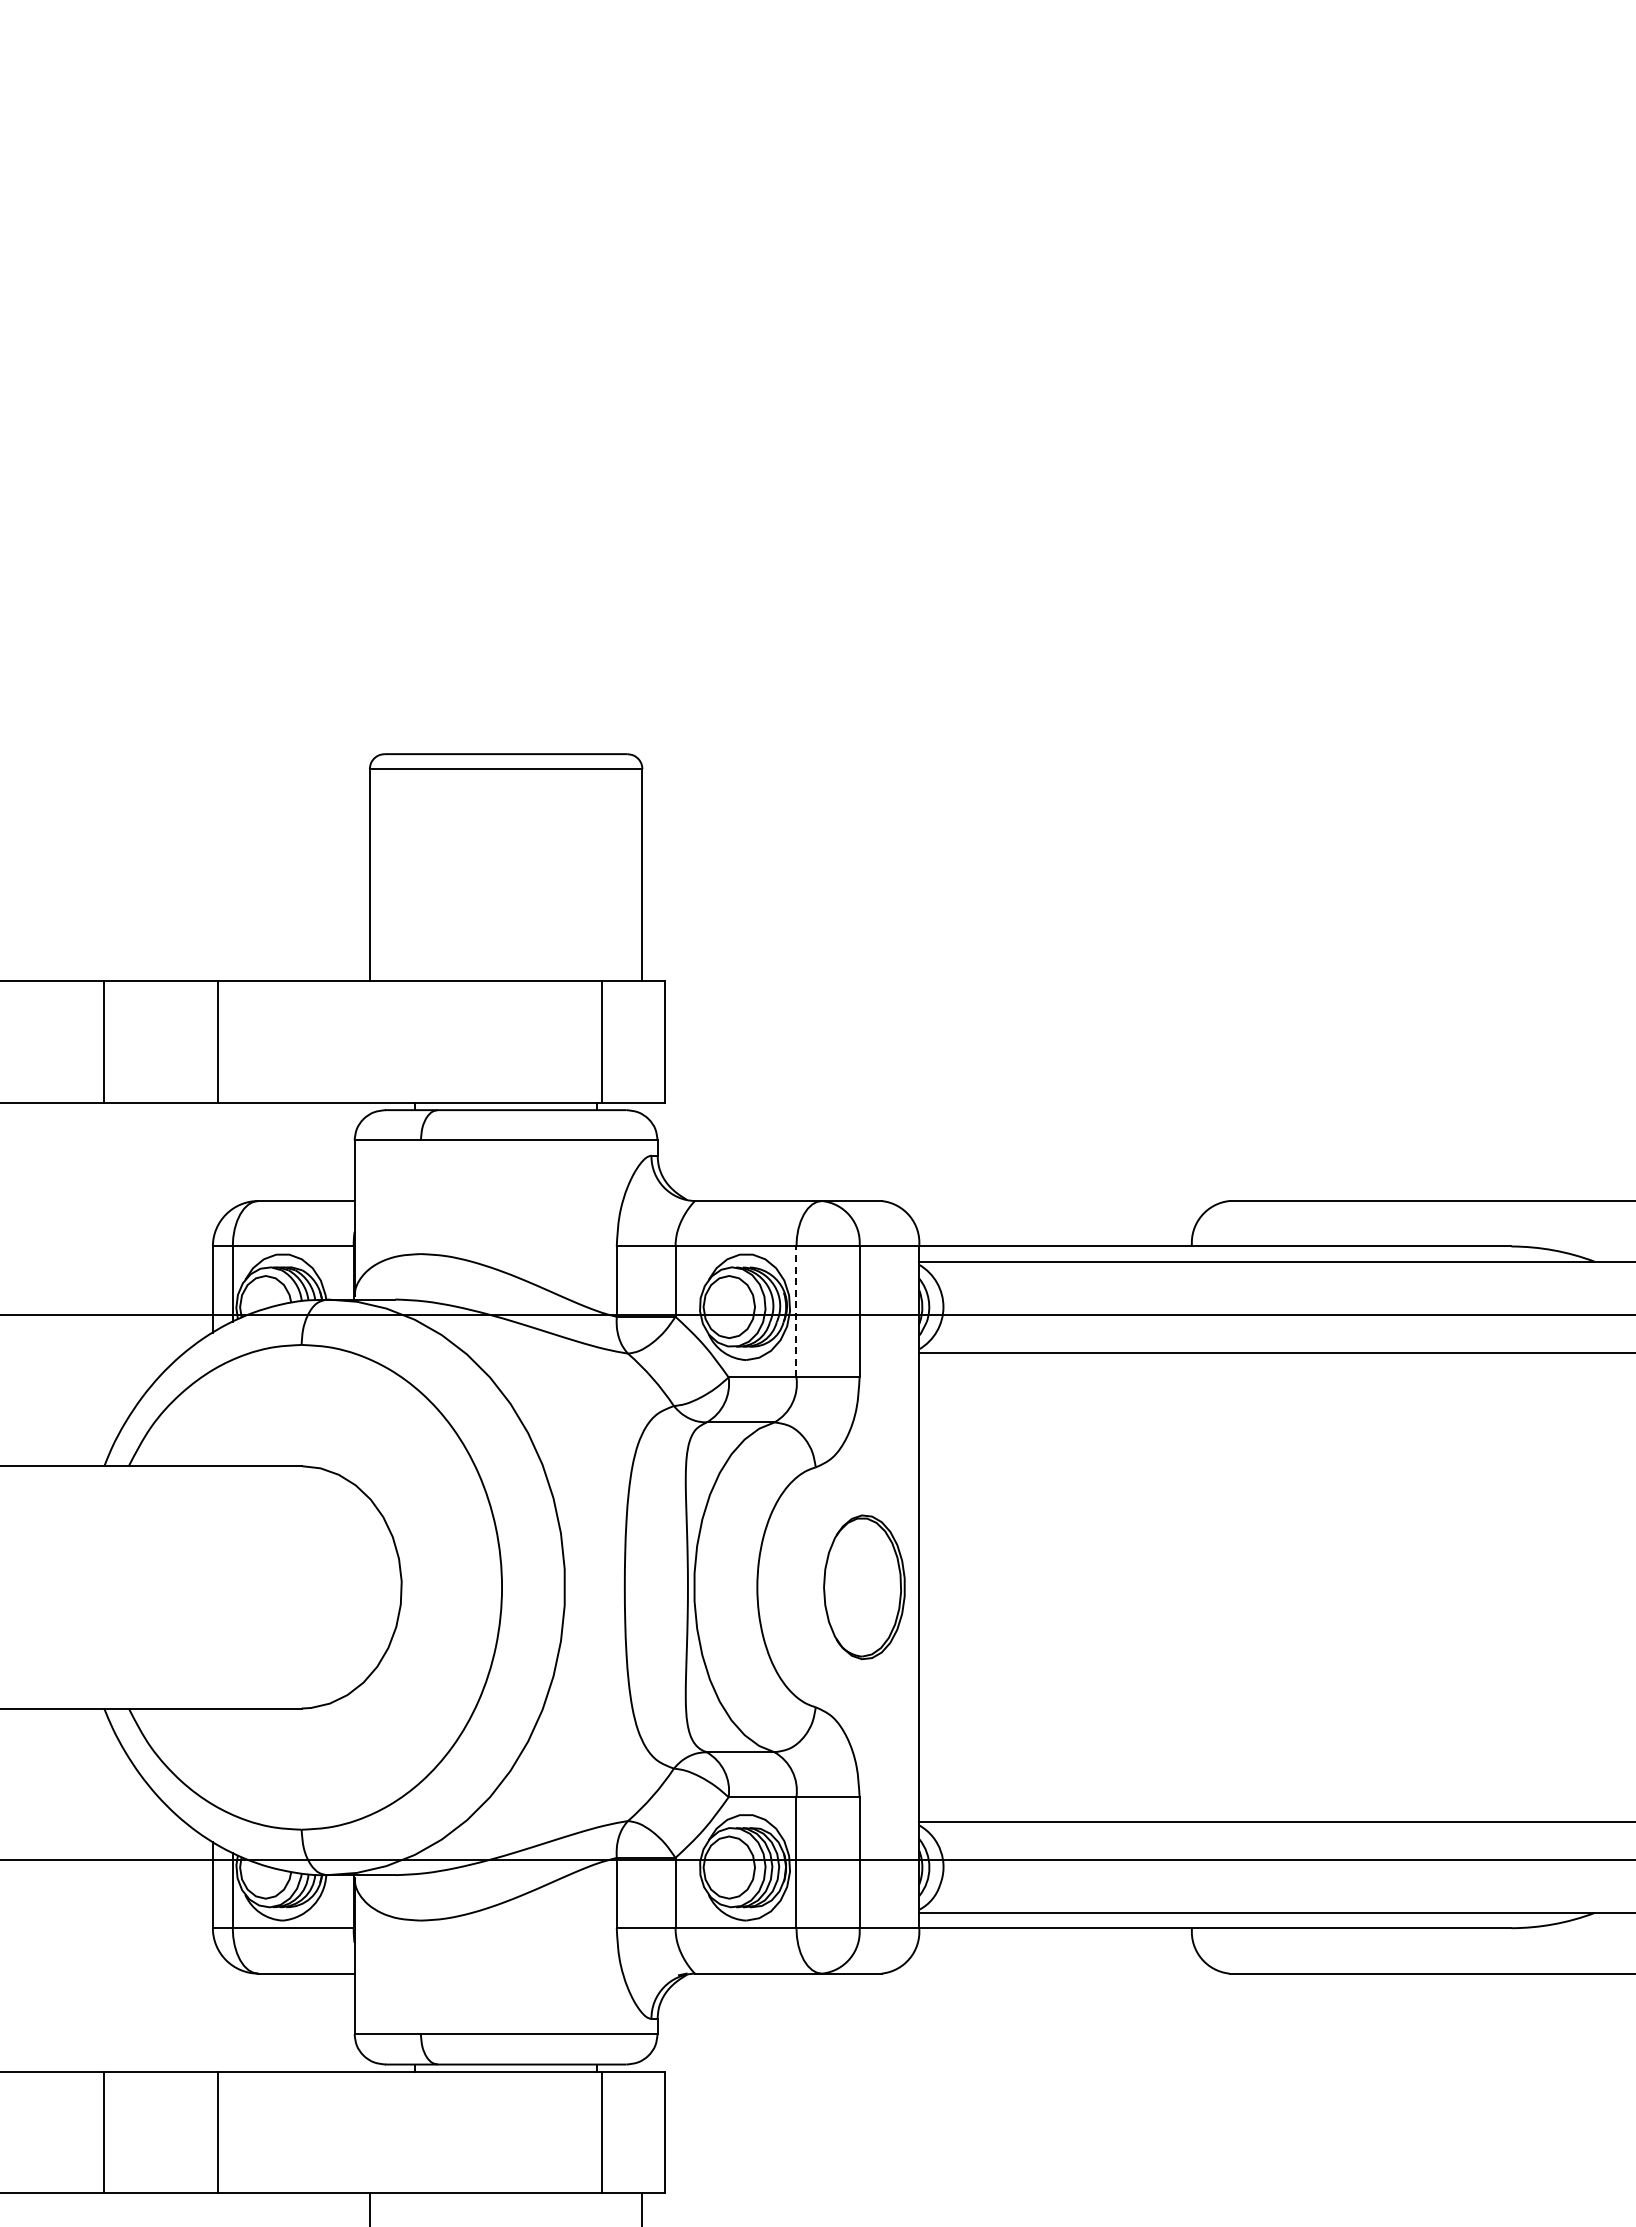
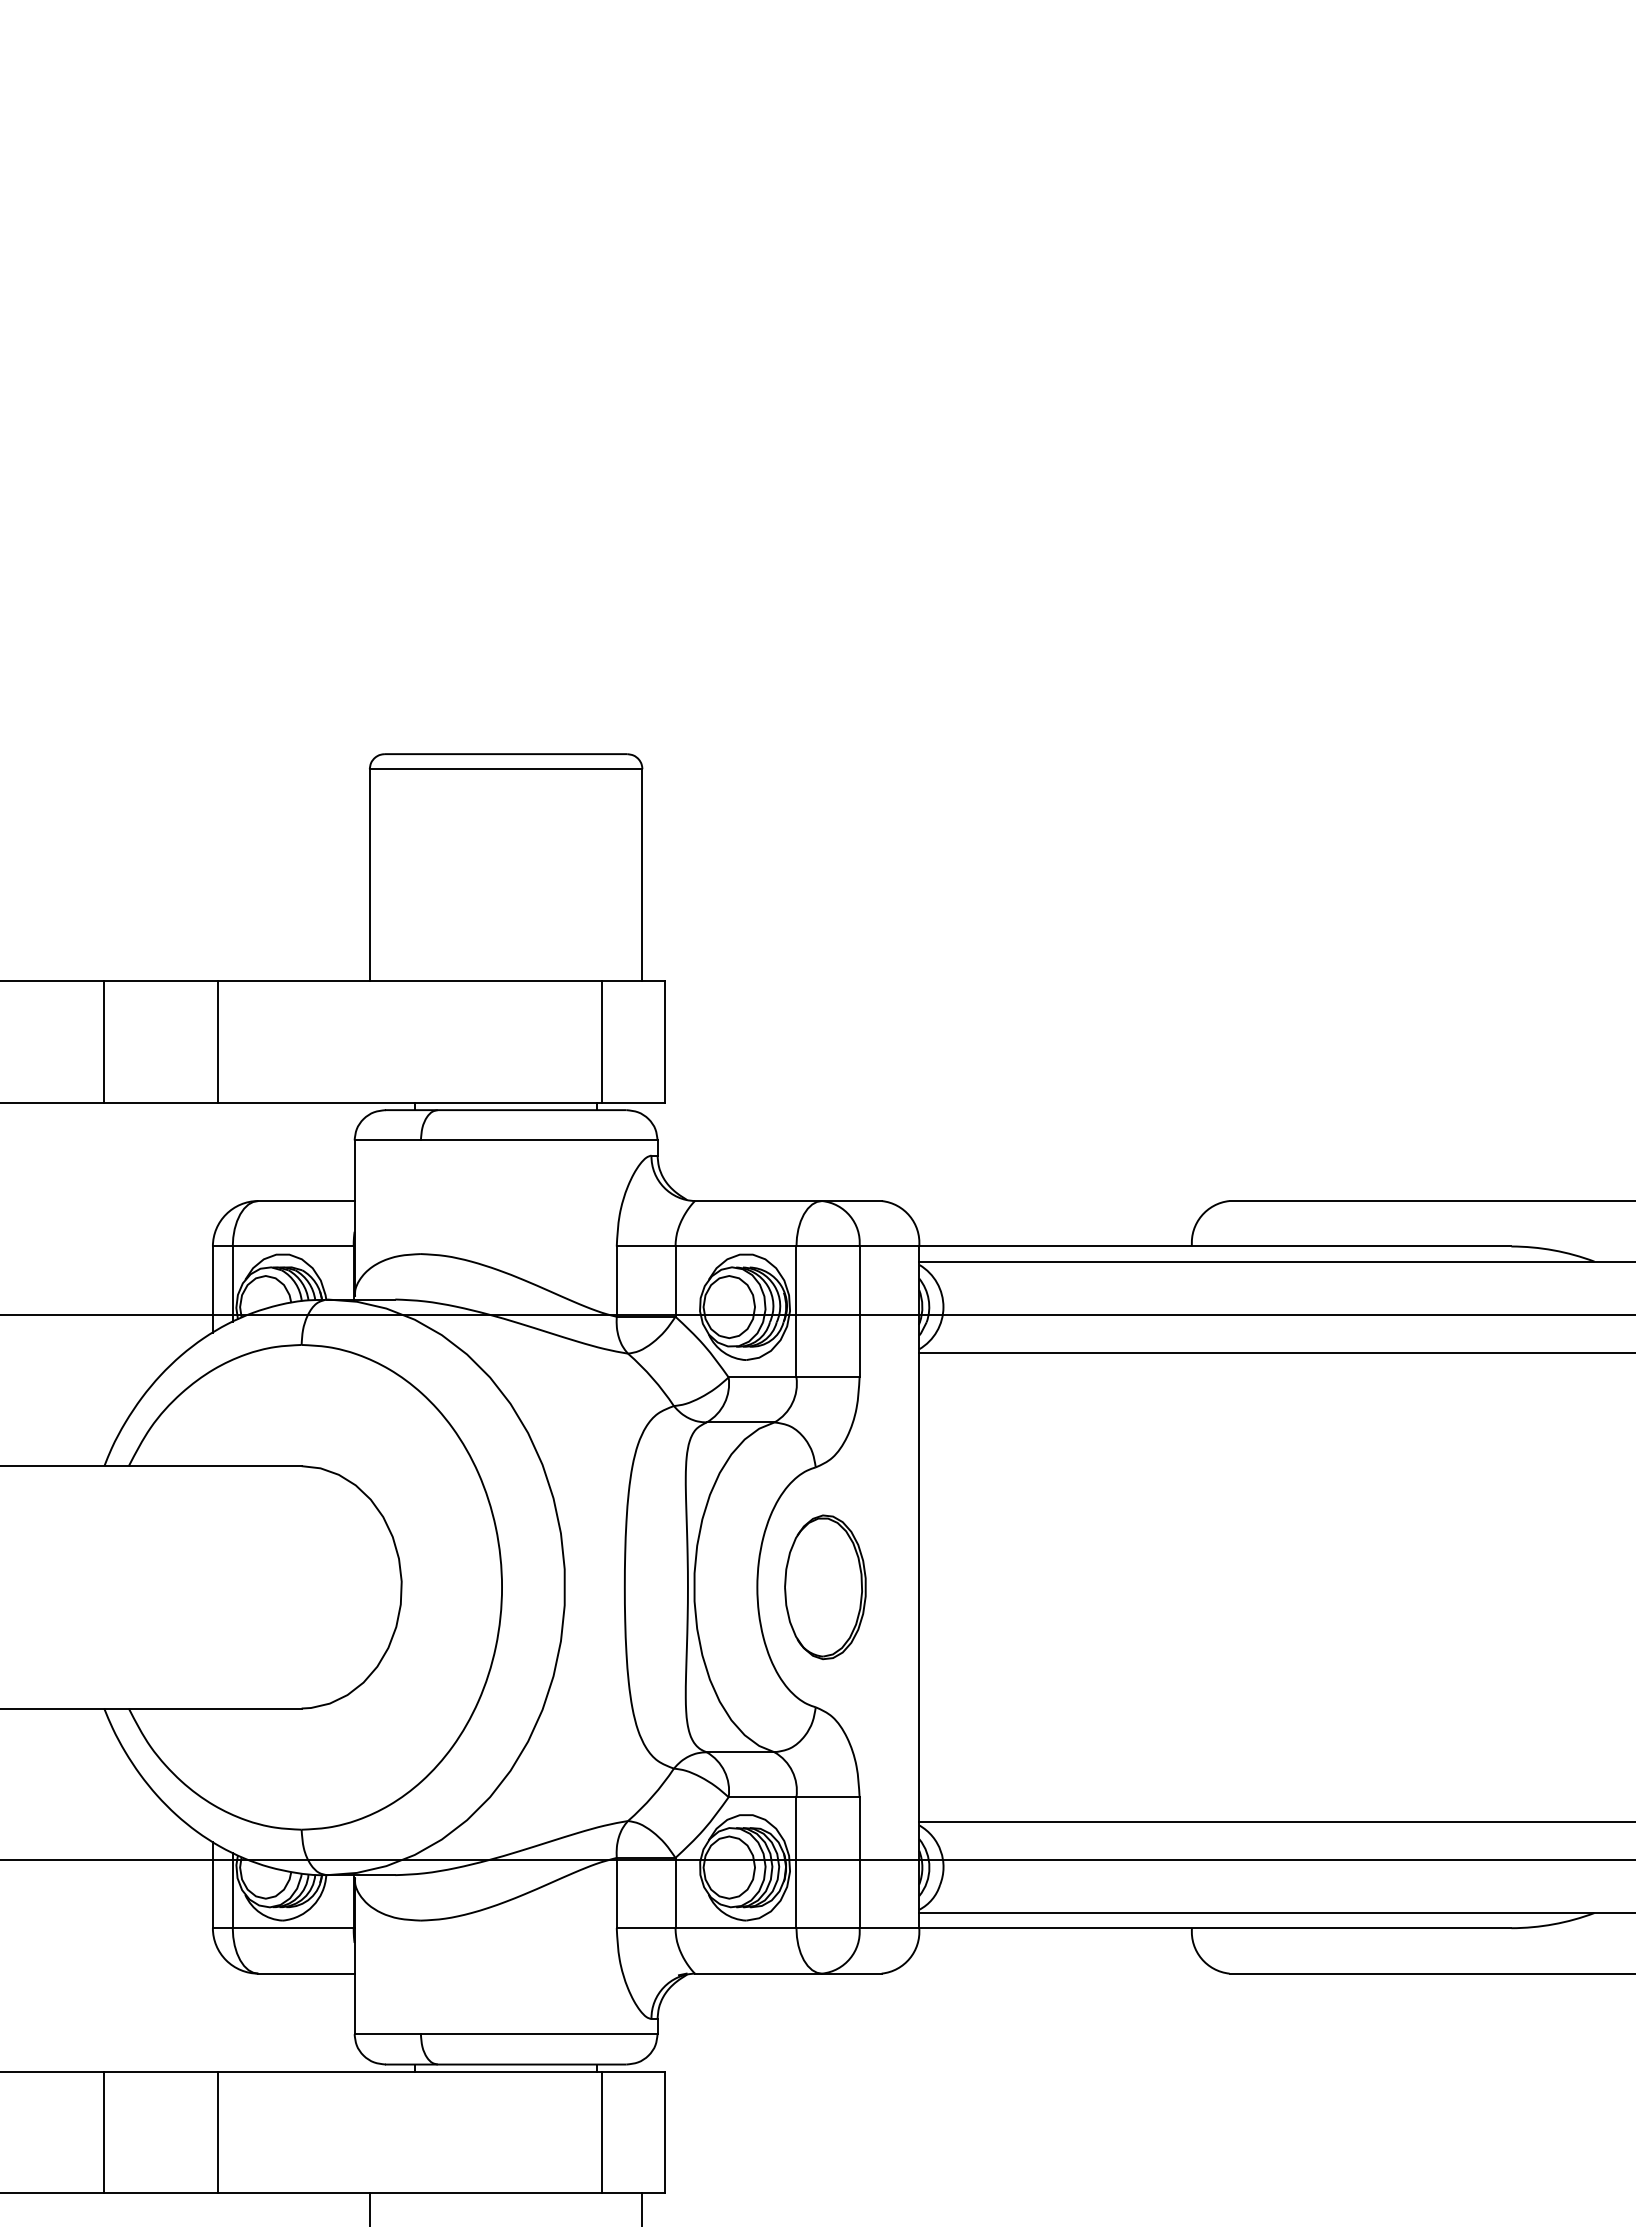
line at (796, 1311): dashed -> solid
part at (864, 1587) position: (864, 1587) -> (825, 1587)
